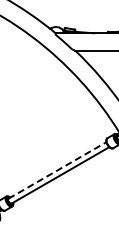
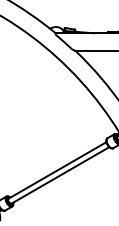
line at (57, 170): dashed -> solid
